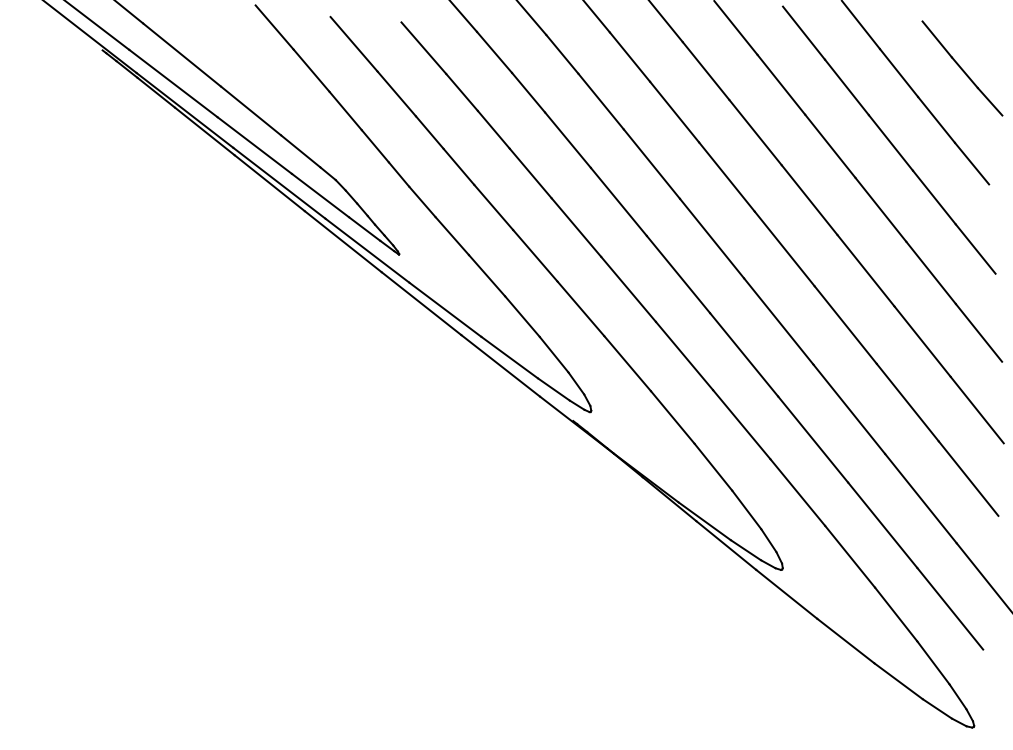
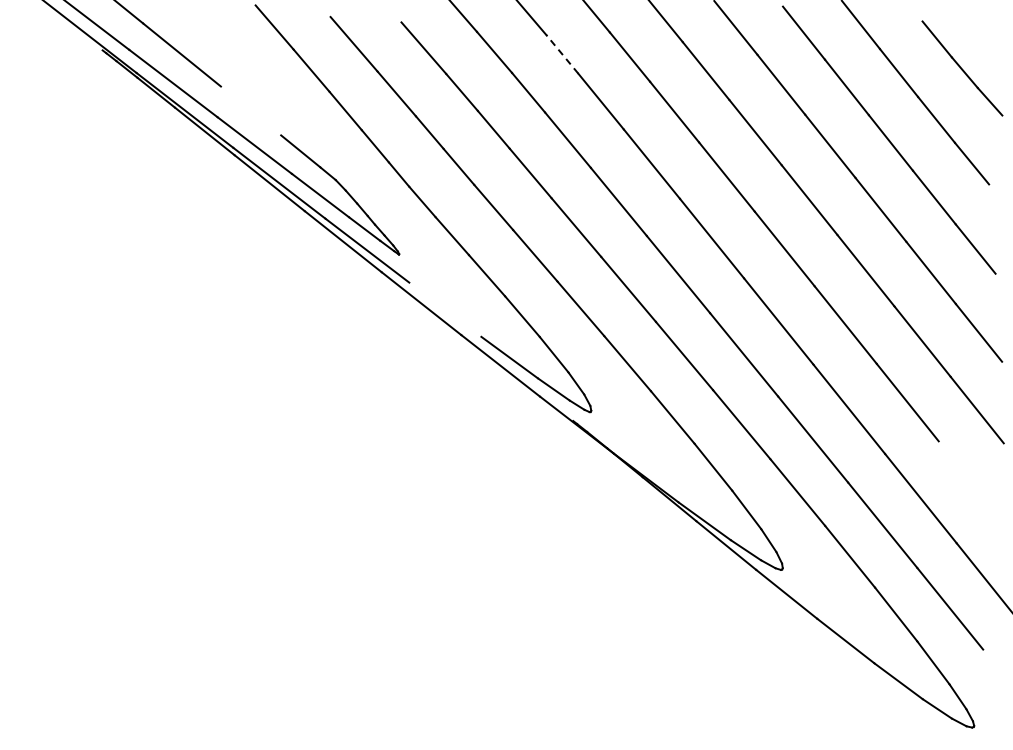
line at (562, 54): solid -> dashed
line at (250, 110): present -> none
line at (445, 309): present -> none
line at (968, 478): present -> none
